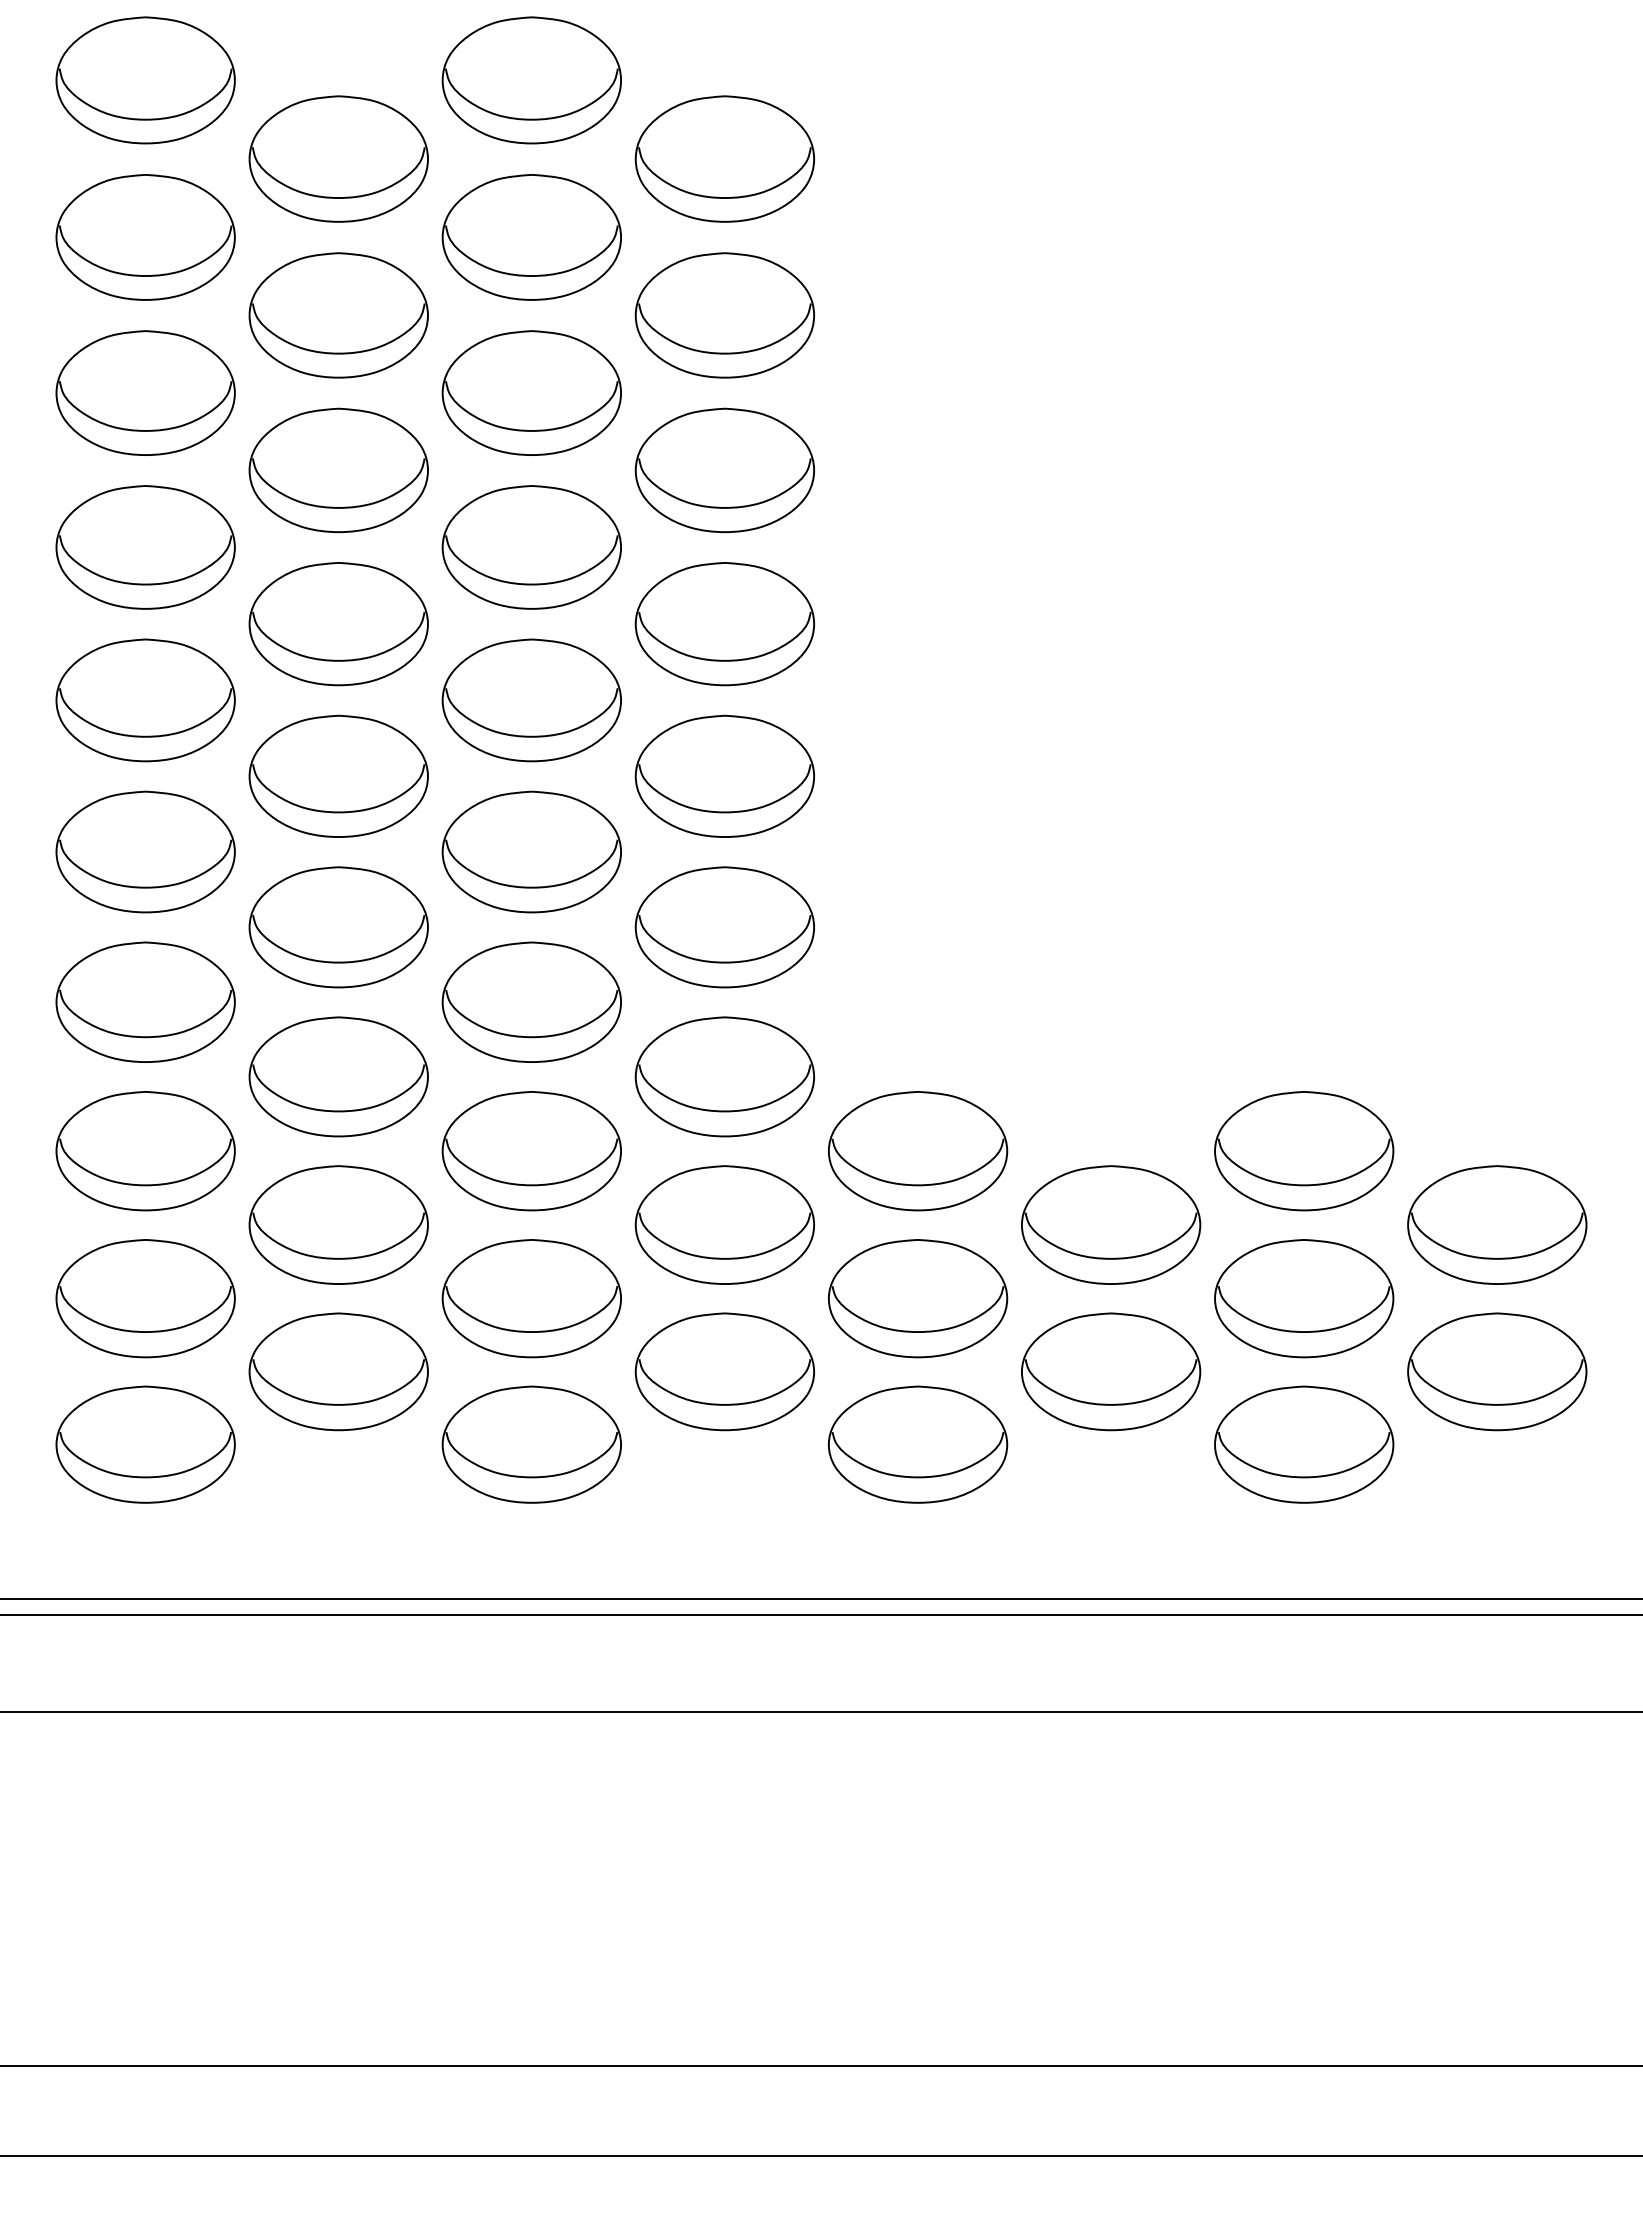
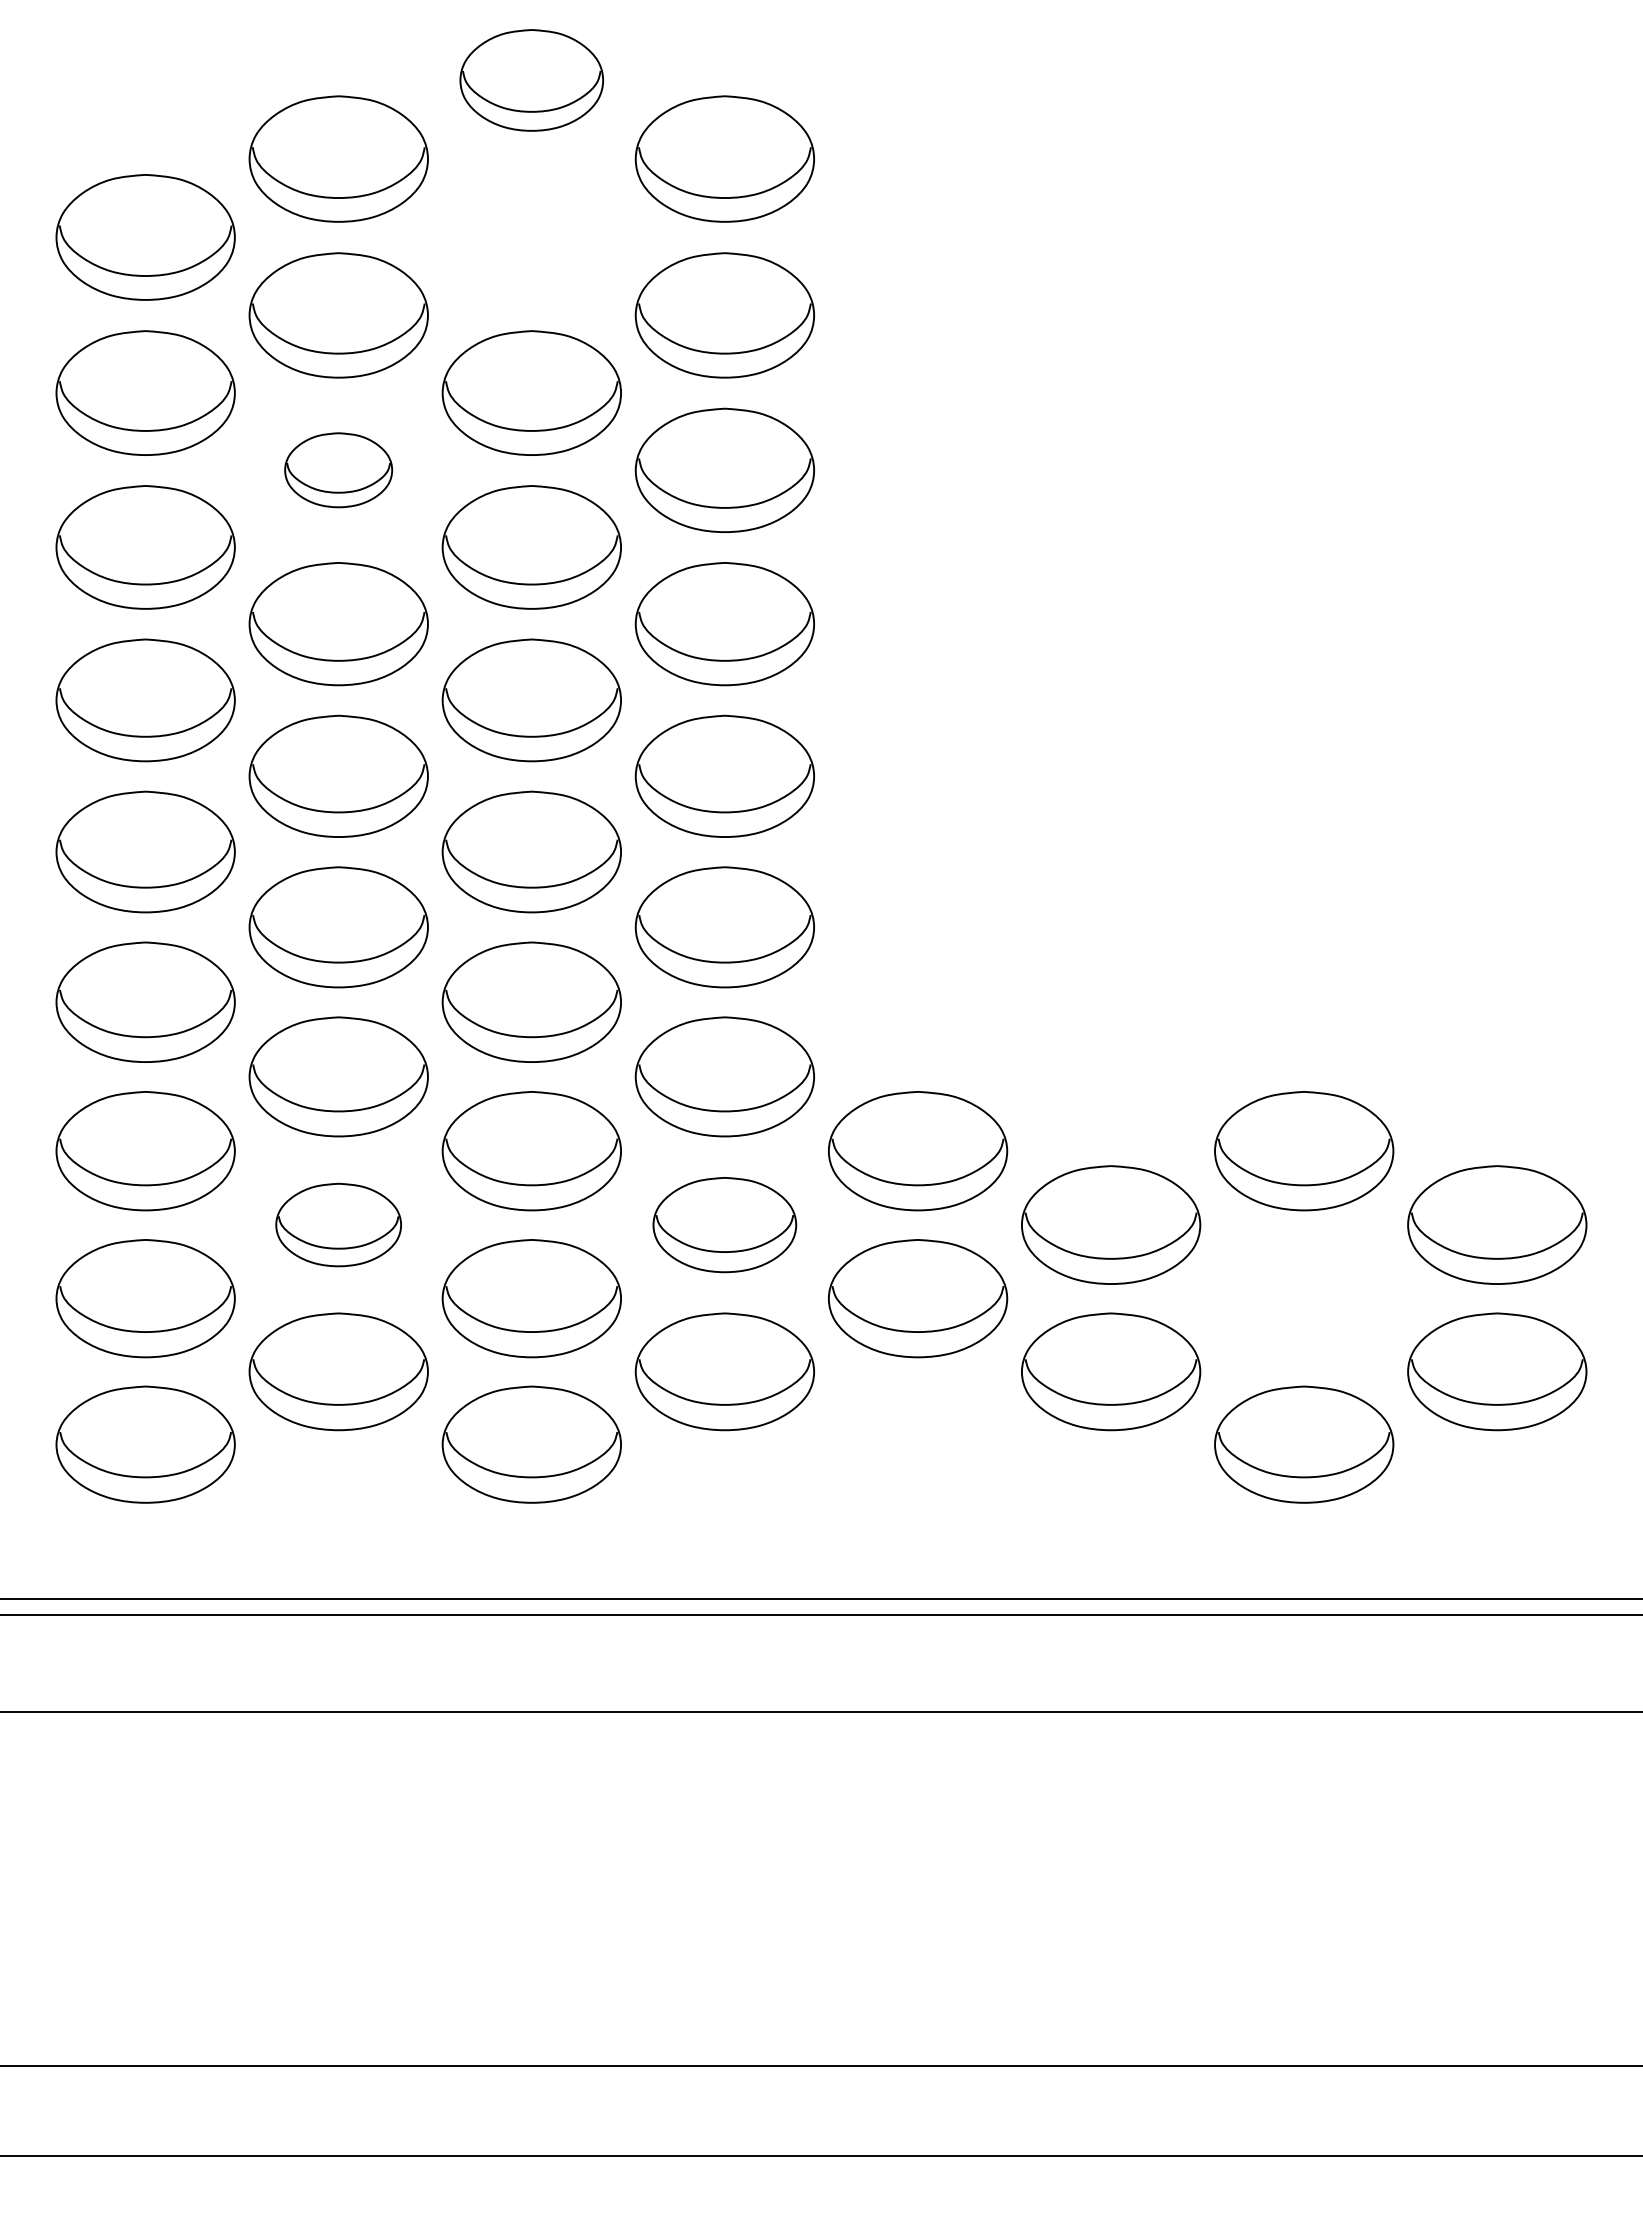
part at (145, 80): present -> none
part at (531, 80) size: 181x129 px -> 145x103 px
part at (531, 237): present -> none
part at (338, 469) size: 181x126 px -> 110x77 px
part at (338, 1224) size: 181x120 px -> 127x86 px
part at (724, 1224) size: 181x120 px -> 146x97 px
part at (1304, 1298): present -> none
part at (918, 1444): present -> none
